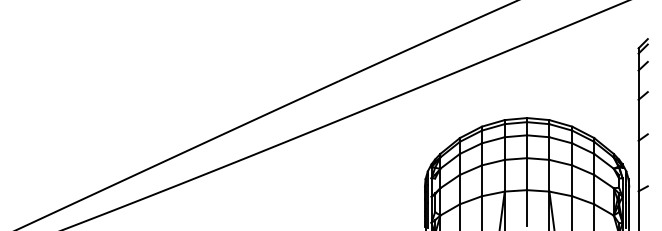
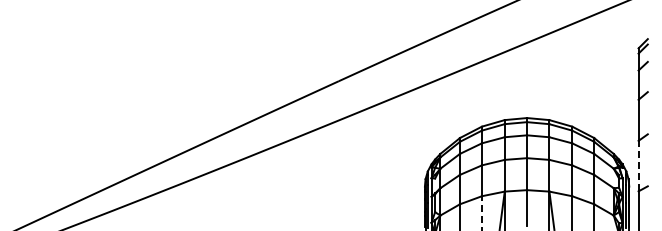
line at (638, 165): solid -> dashed
line at (481, 213): solid -> dashed
